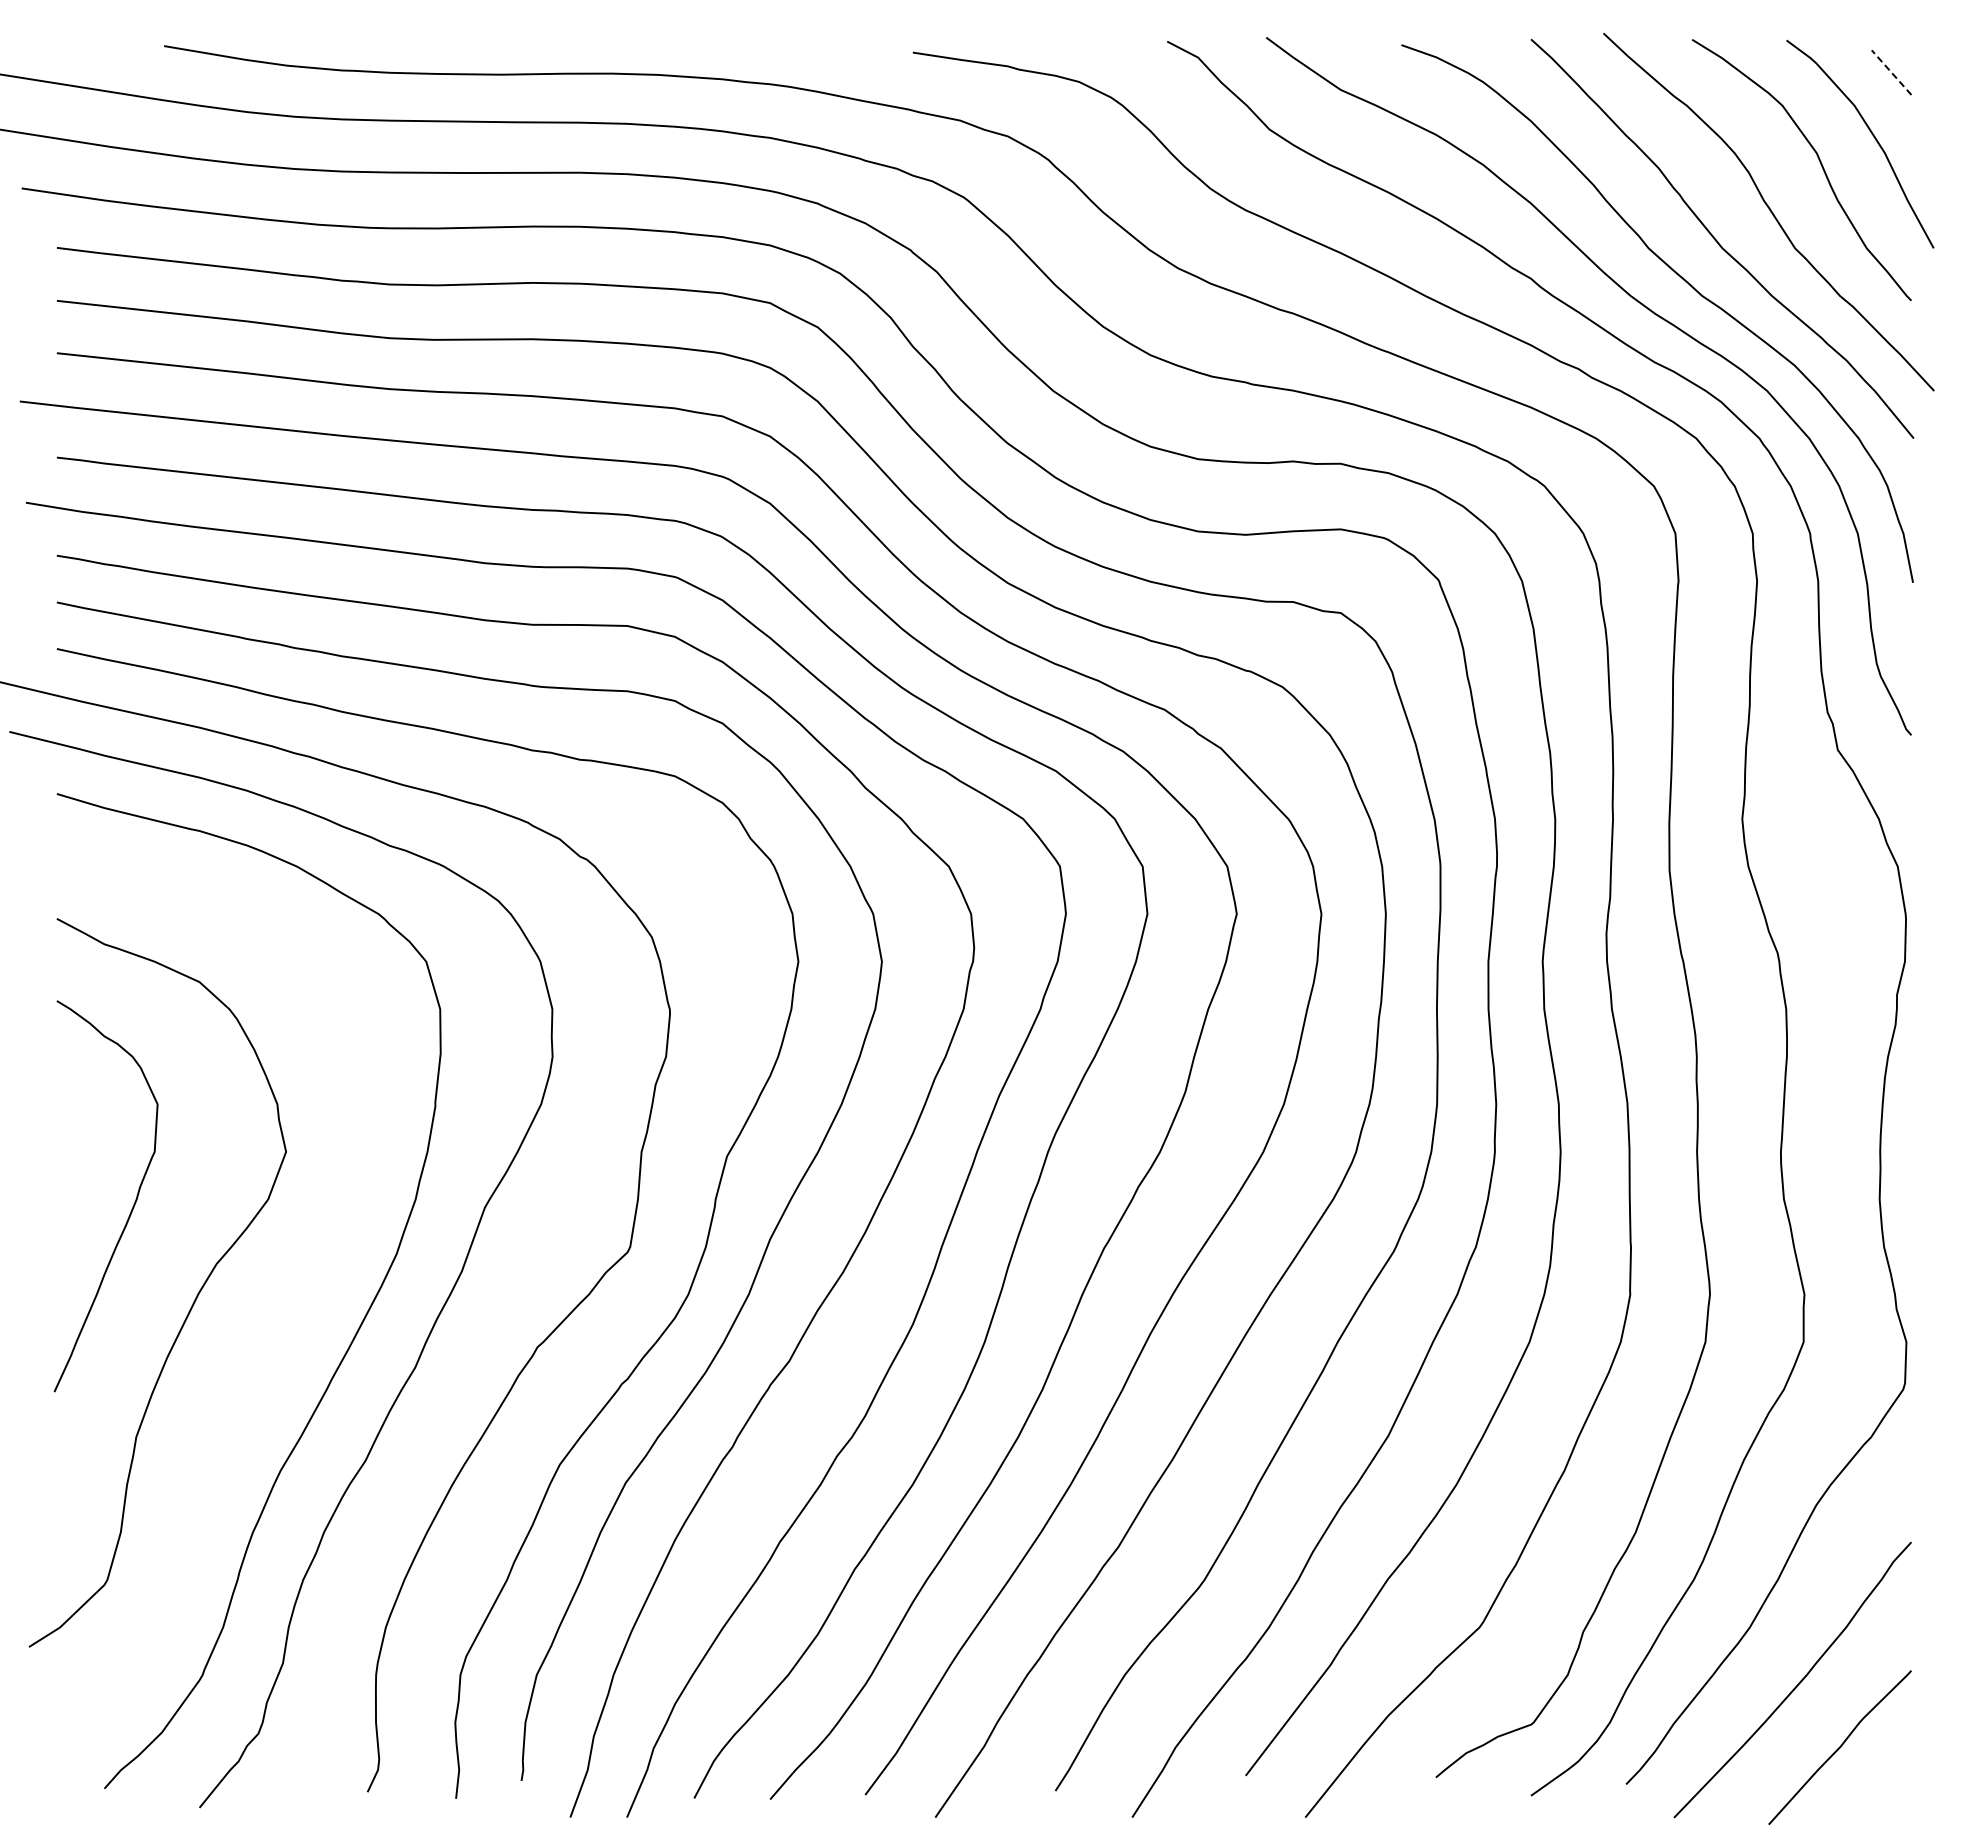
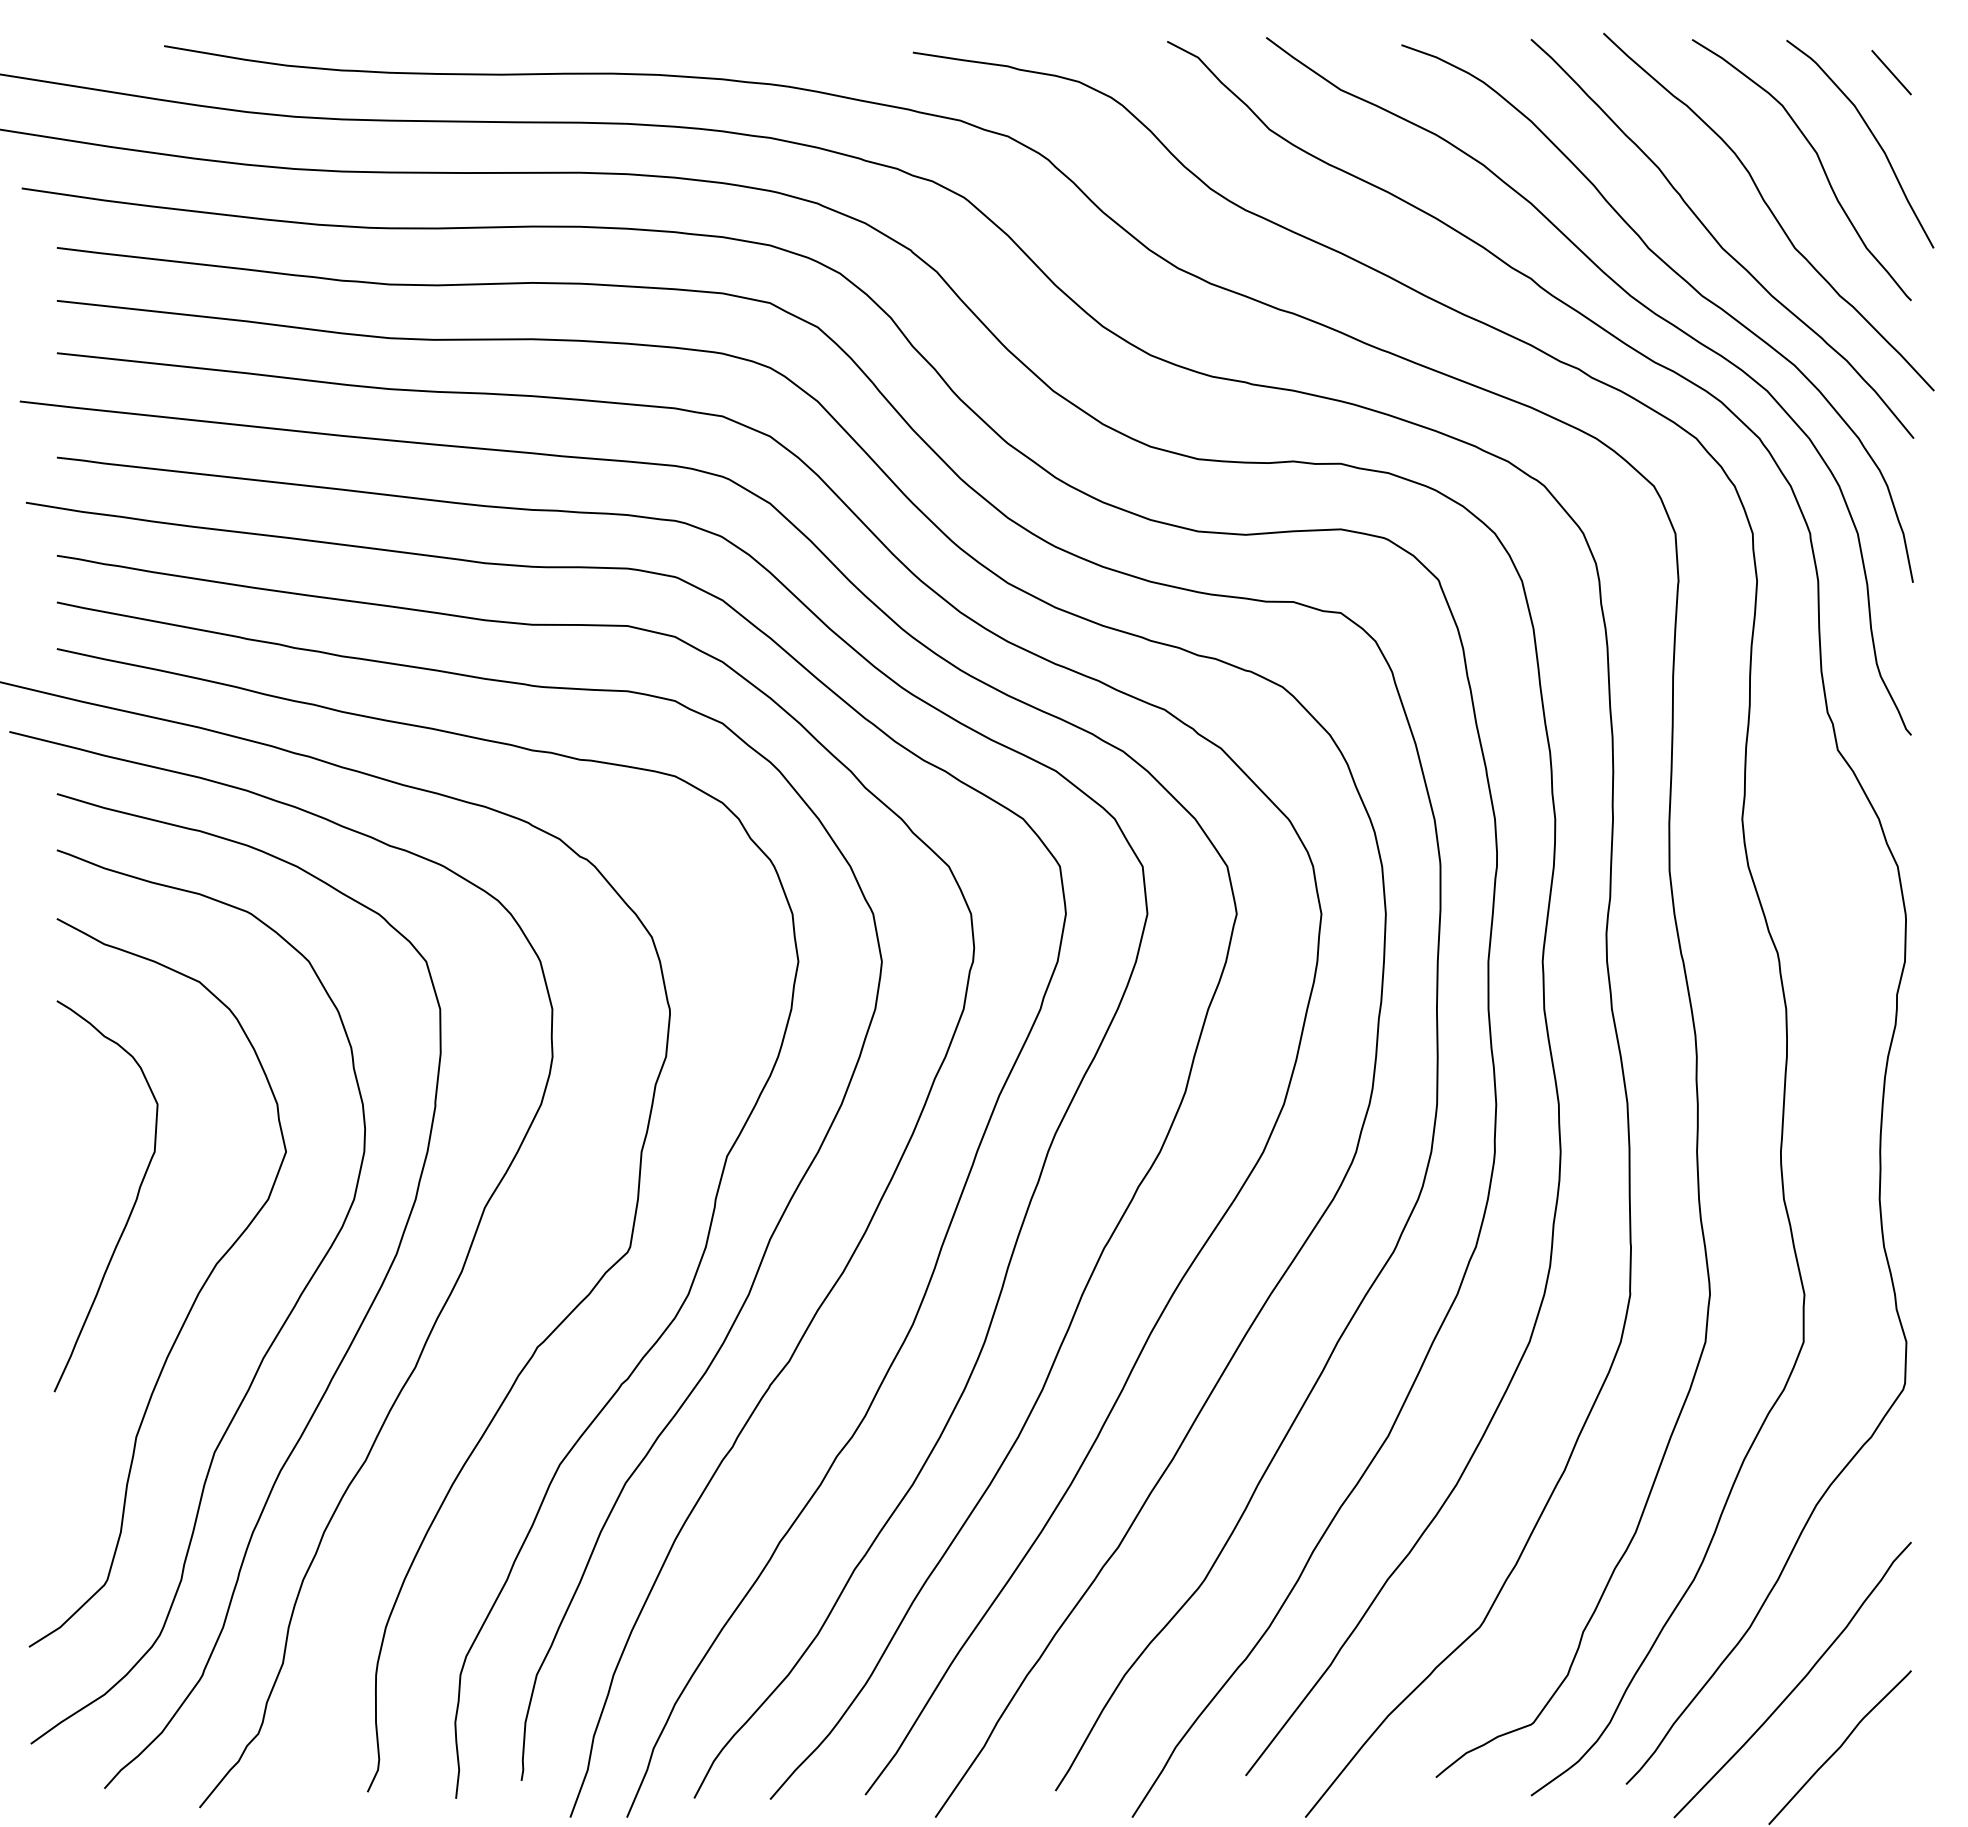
line at (1891, 72): dashed -> solid
curve at (271, 1342): none -> present
